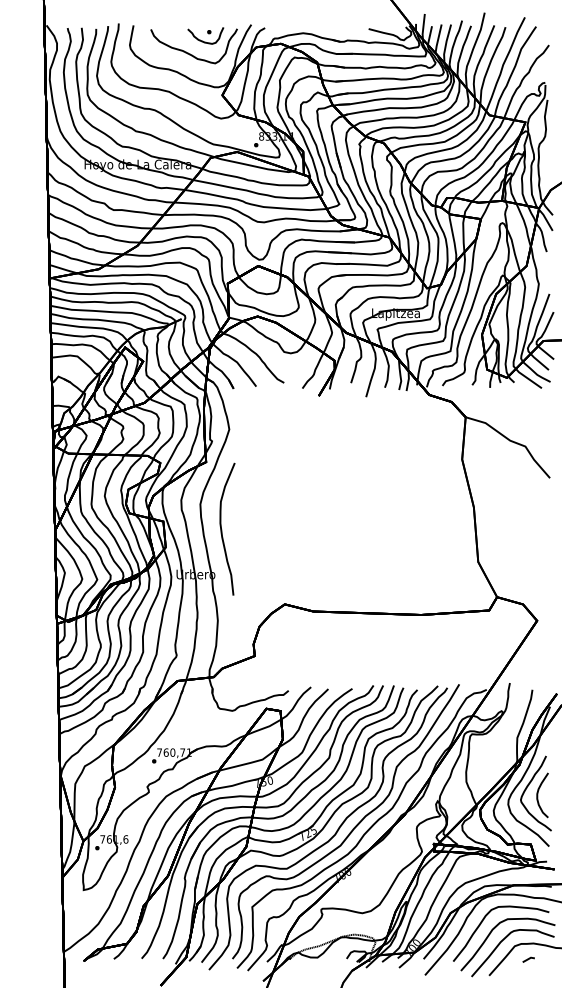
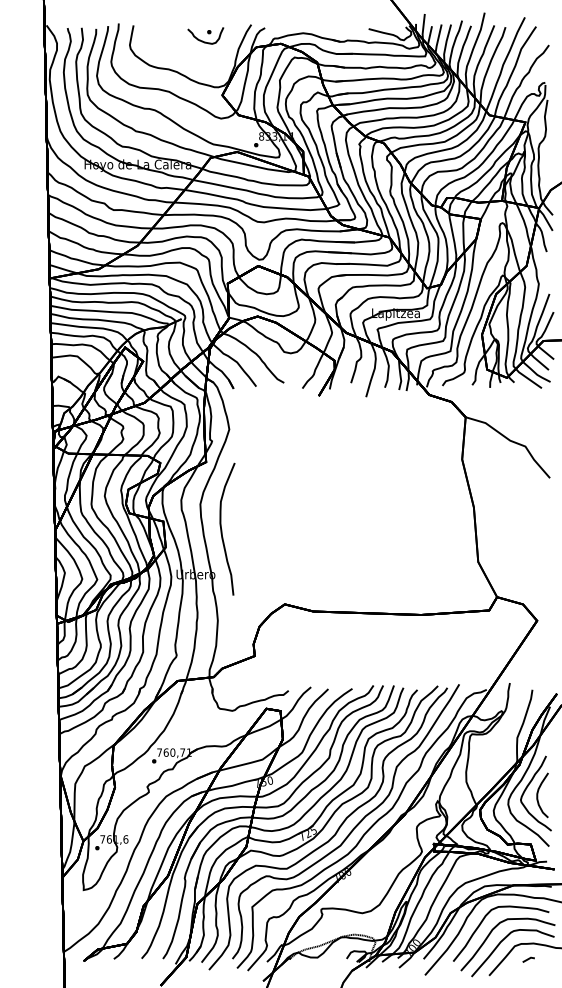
part at (190, 53): present -> none
